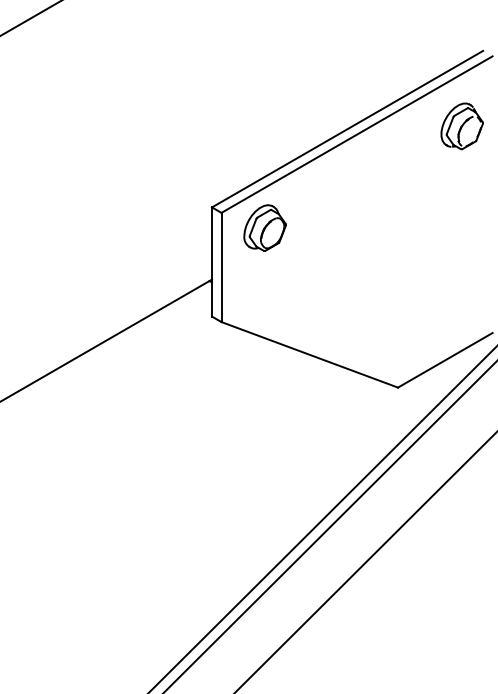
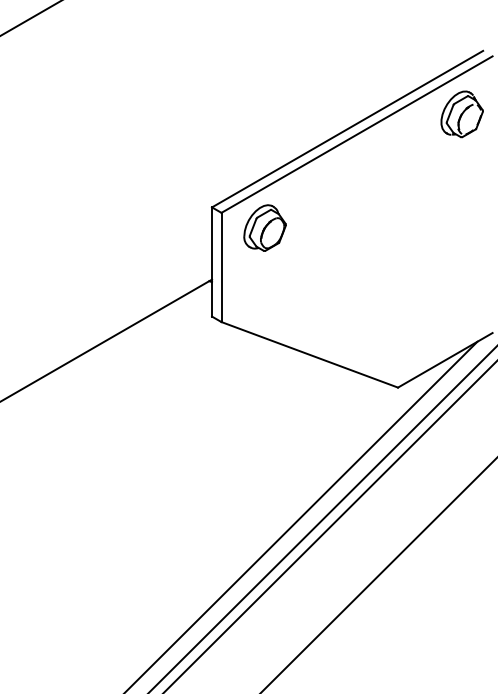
part at (461, 126) position: (461, 126) -> (461, 114)
line at (302, 515): none -> present
line at (365, 562) position: (365, 562) -> (378, 575)
